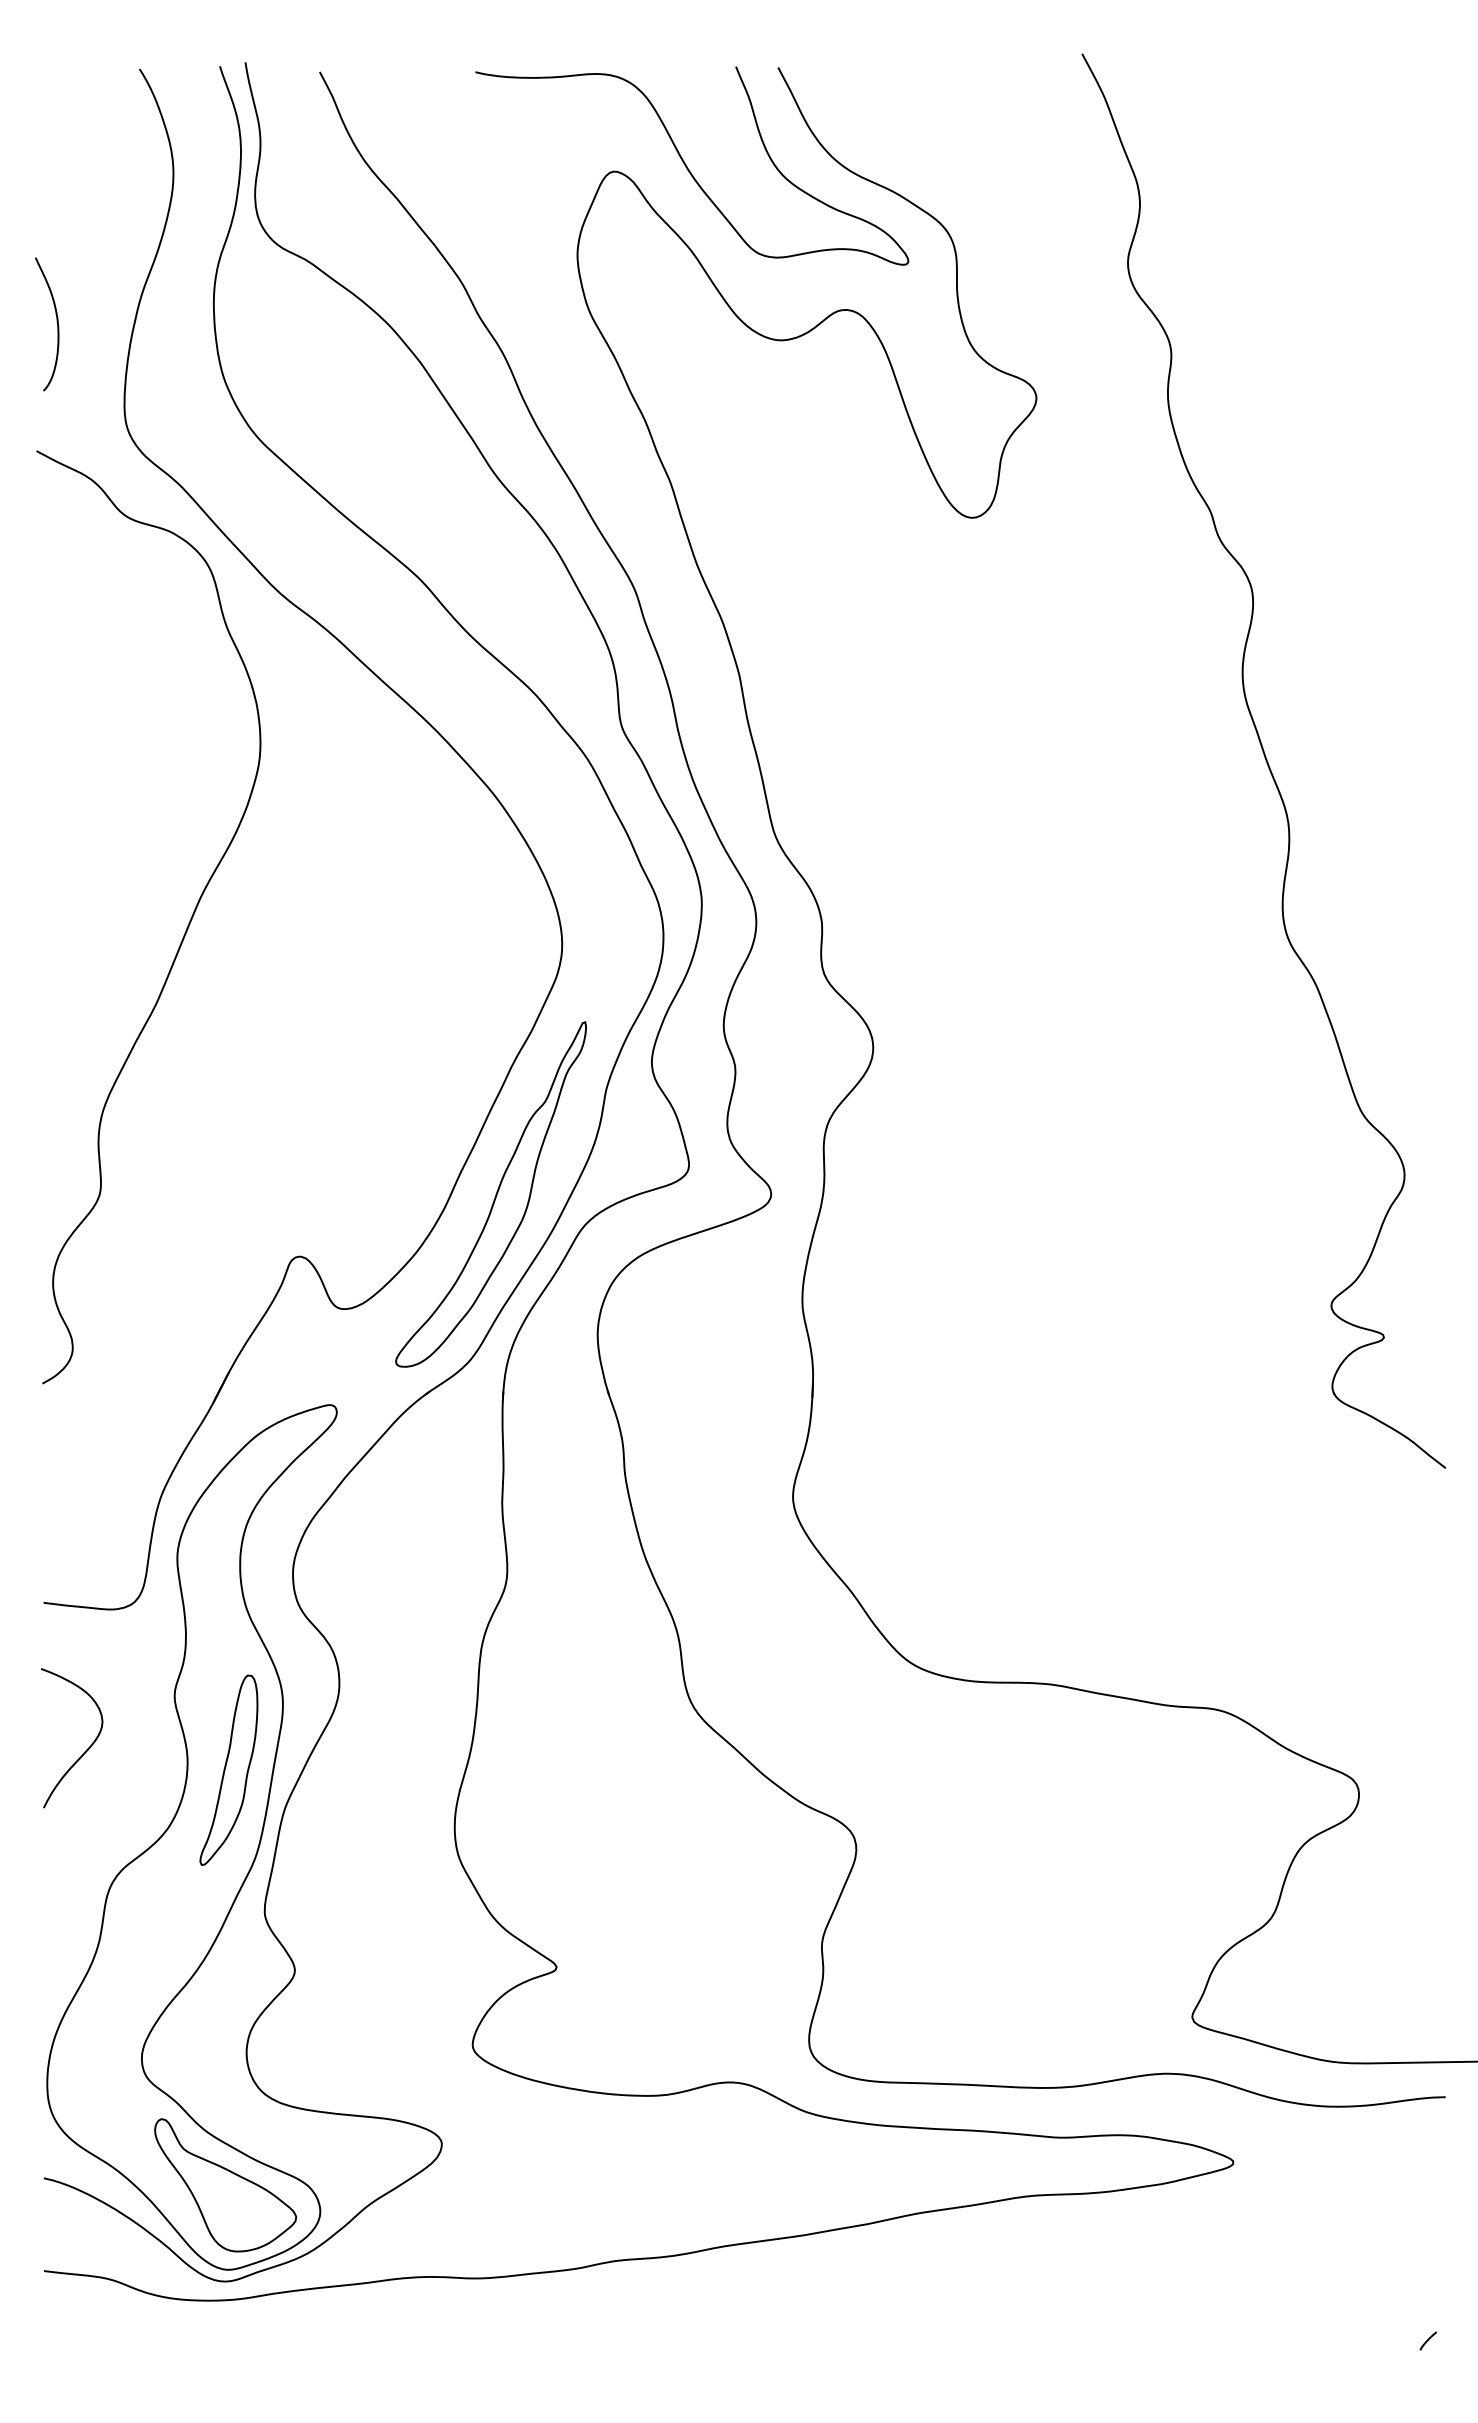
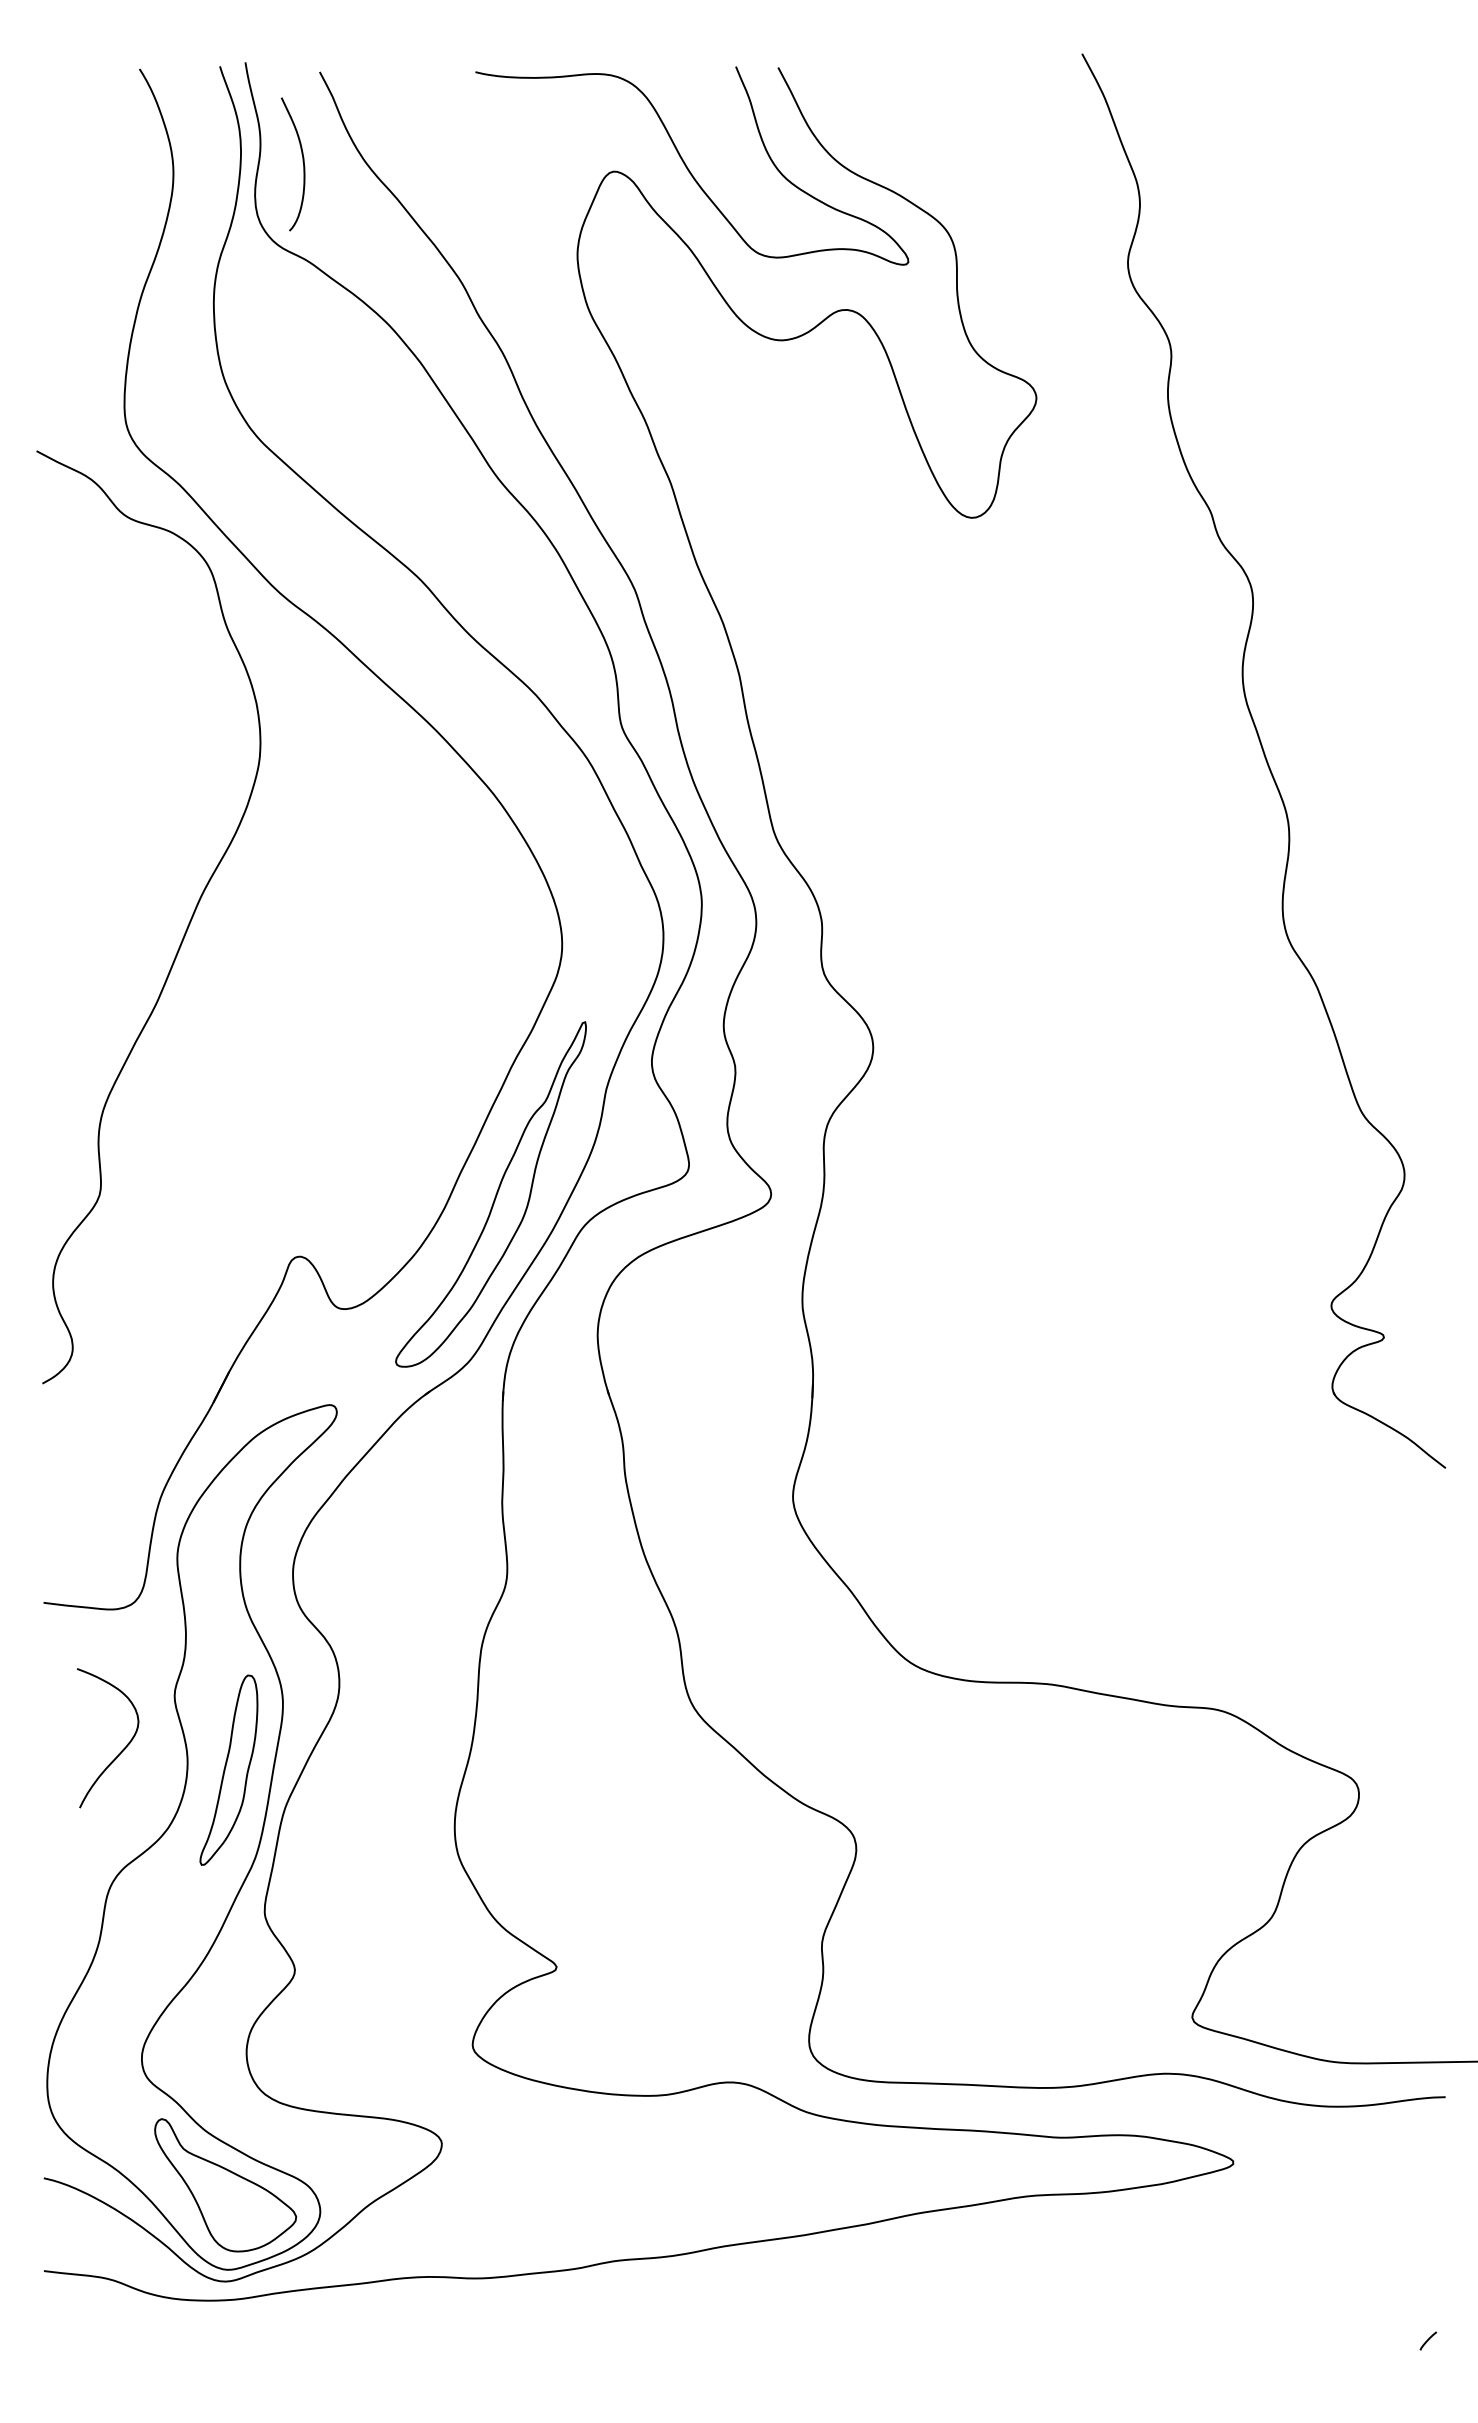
curve at (56, 322) position: (56, 322) -> (302, 162)
curve at (85, 1750) position: (85, 1750) -> (121, 1750)
